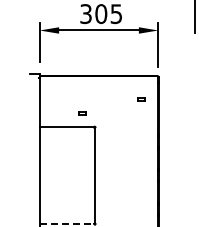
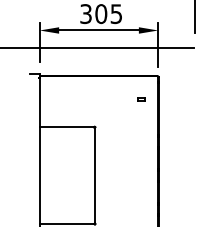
line at (98, 47): none -> present
part at (82, 113): present -> none
line at (67, 224): dashed -> solid
